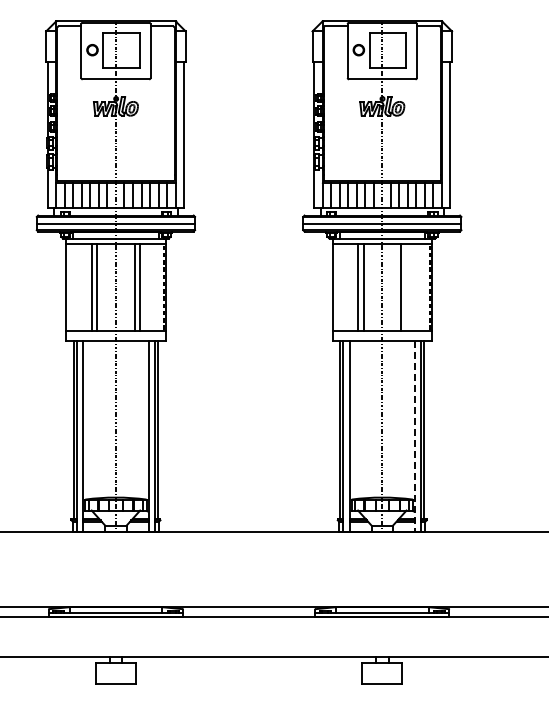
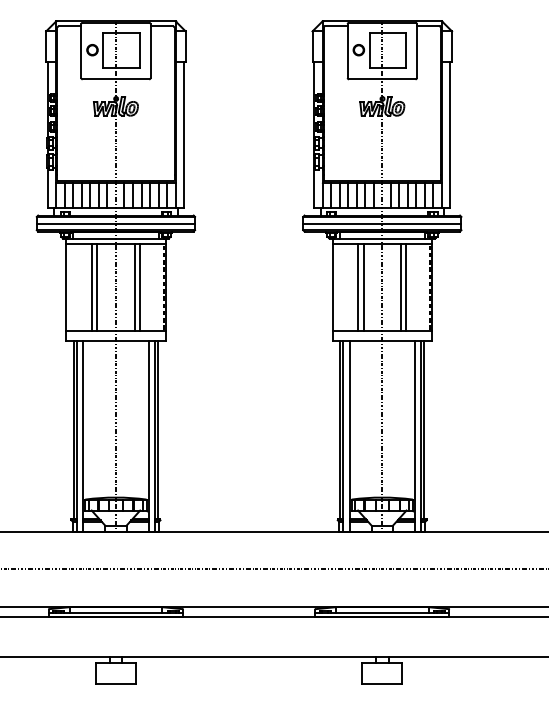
line at (406, 287): none -> present
line at (414, 437): dashed -> solid
line at (273, 569): none -> present
